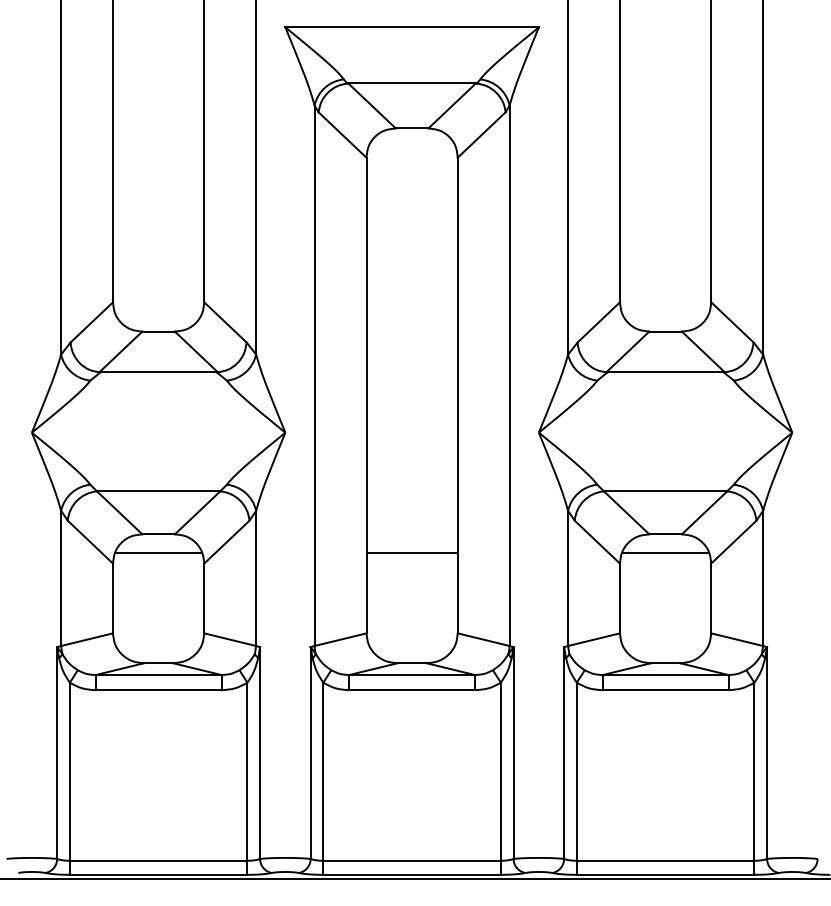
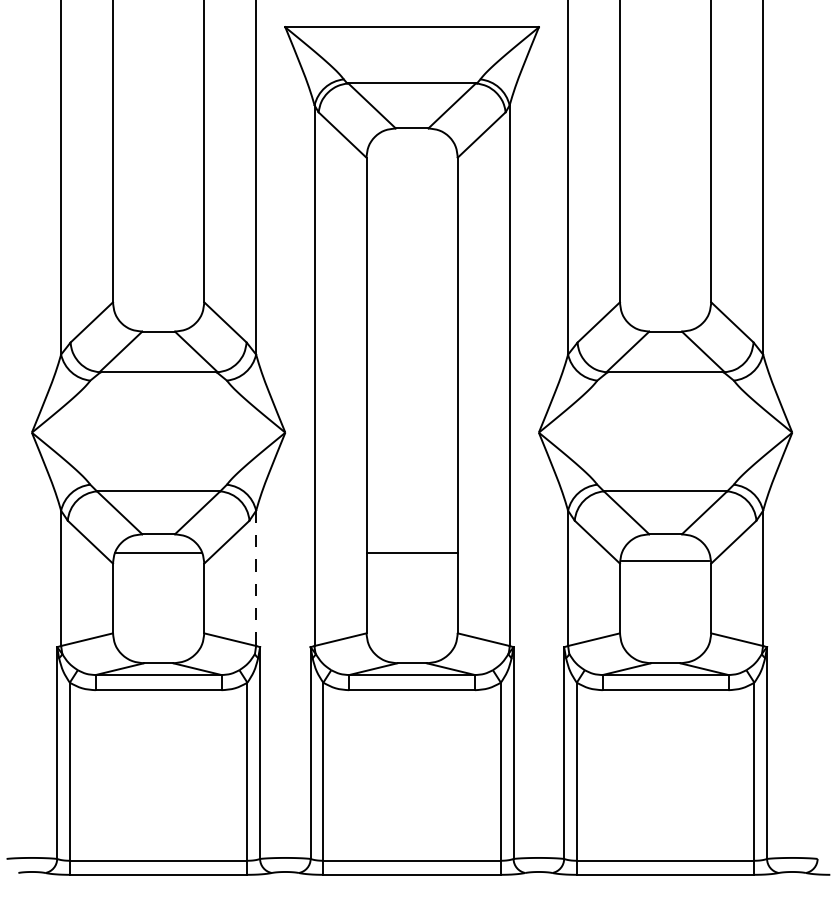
line at (665, 553) position: (665, 553) -> (665, 561)
line at (256, 578): solid -> dashed
line at (414, 878): present -> none
